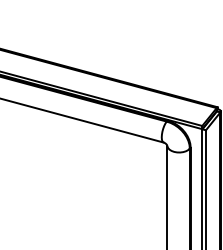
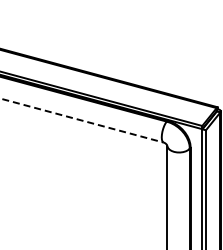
line at (82, 120): solid -> dashed
